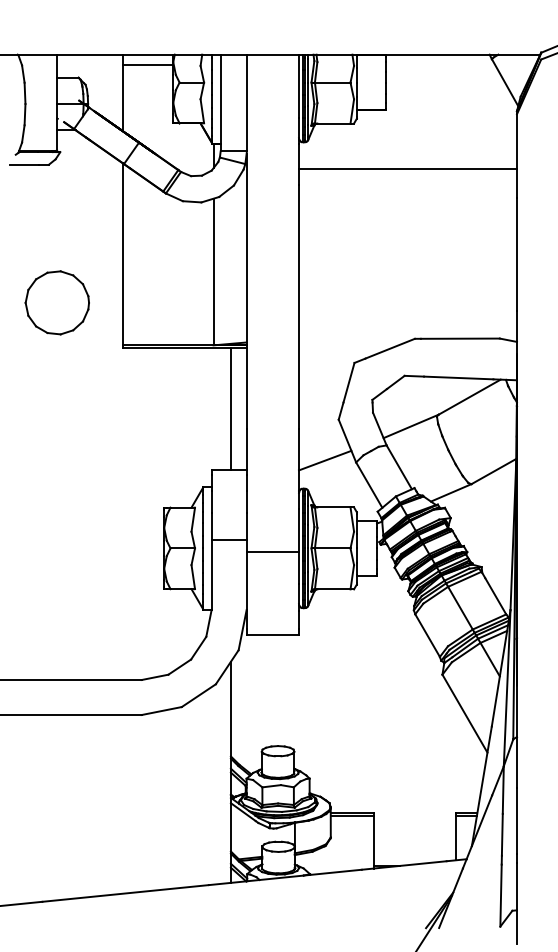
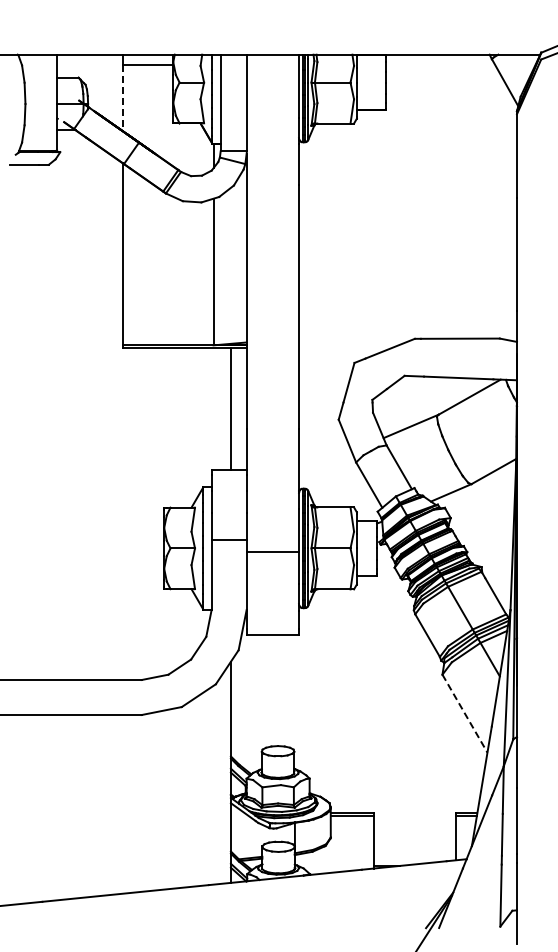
line at (122, 98): solid -> dashed
line at (407, 169): present -> none
part at (56, 302): present -> none
line at (325, 460): present -> none
line at (465, 714): solid -> dashed
